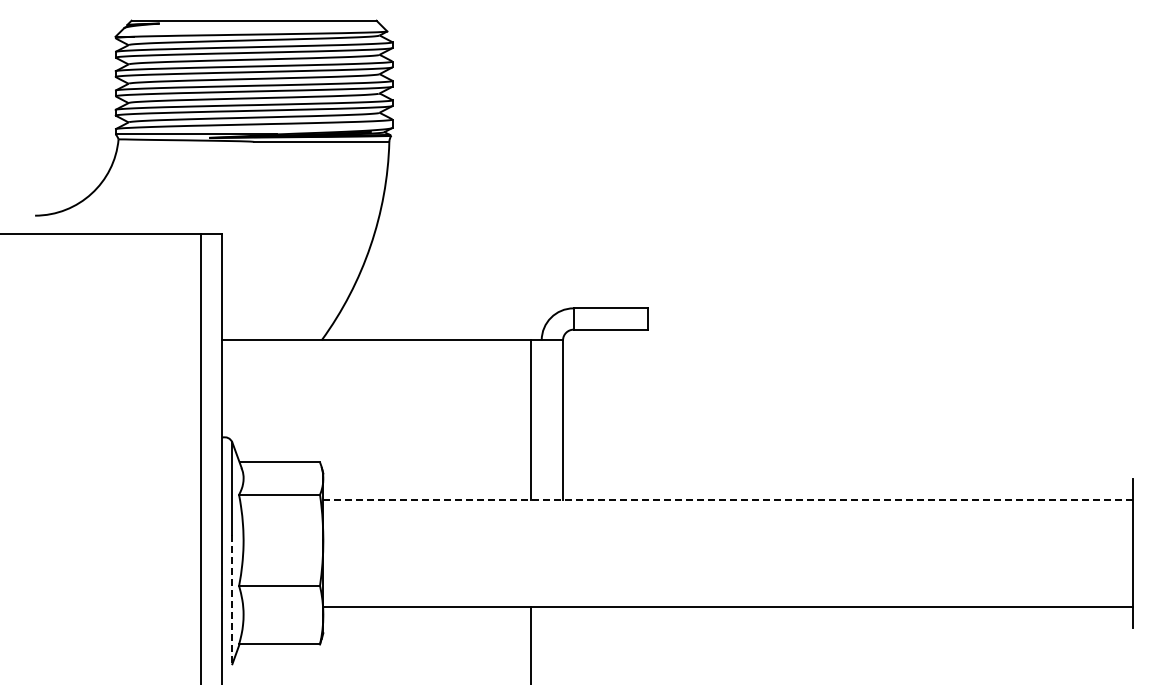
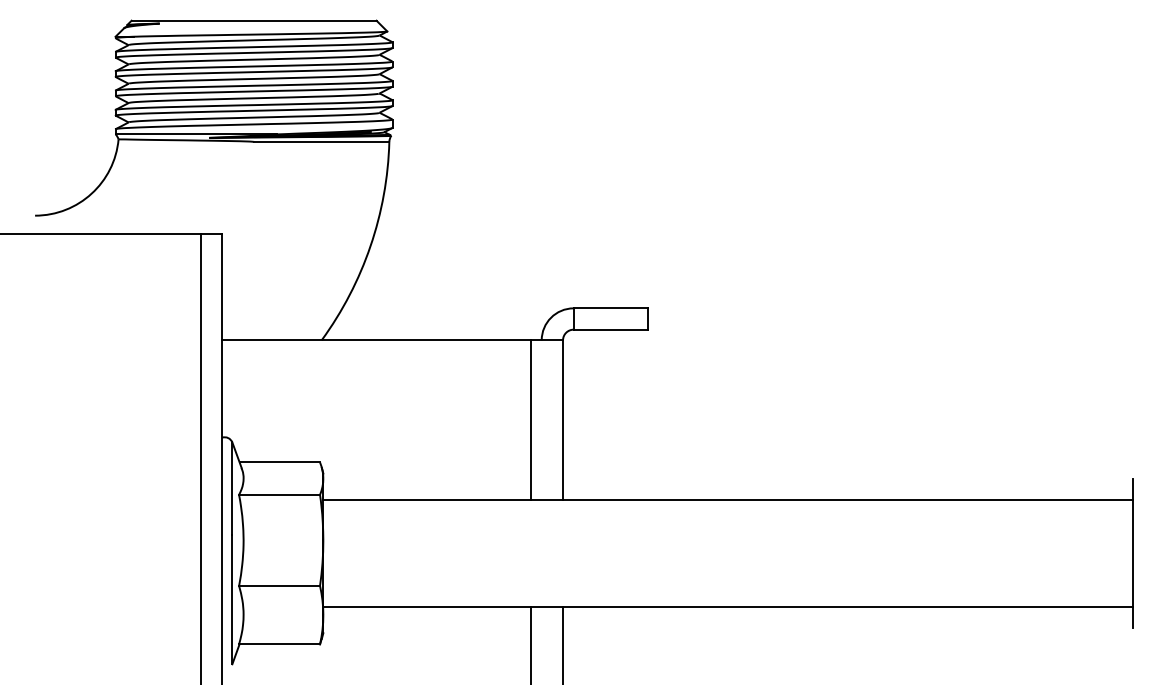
line at (728, 500): dashed -> solid
line at (232, 600): dashed -> solid
line at (563, 643): none -> present
